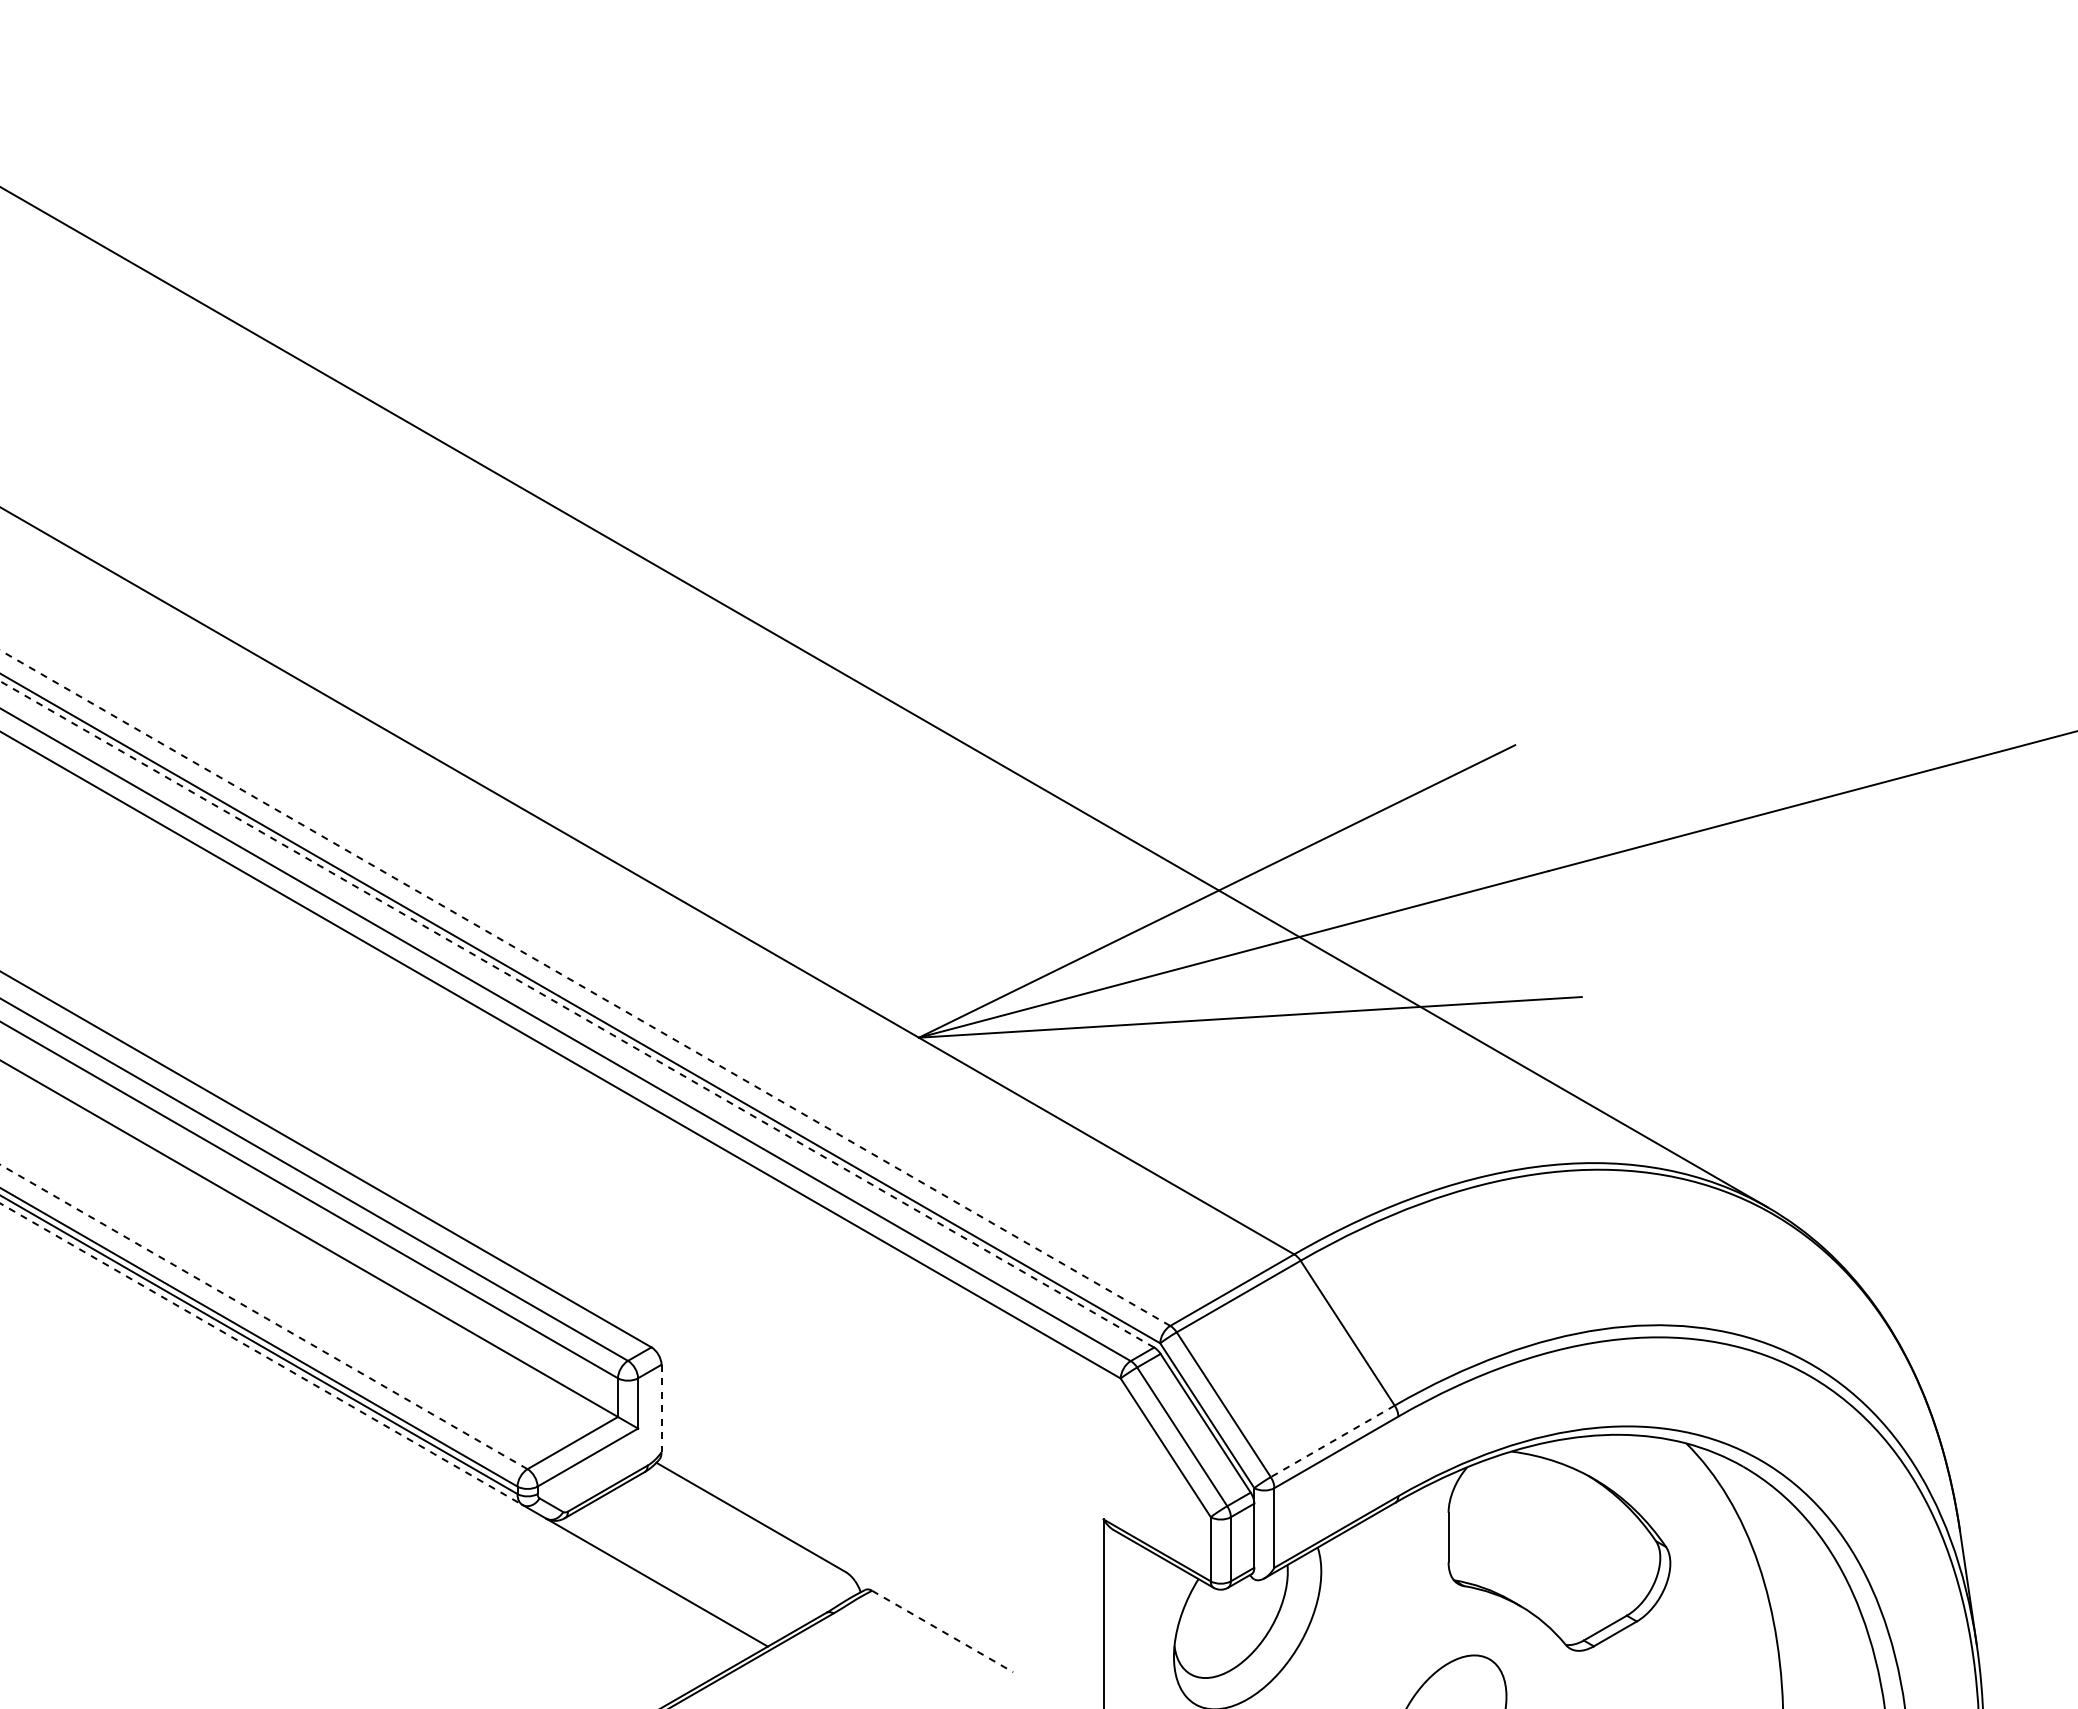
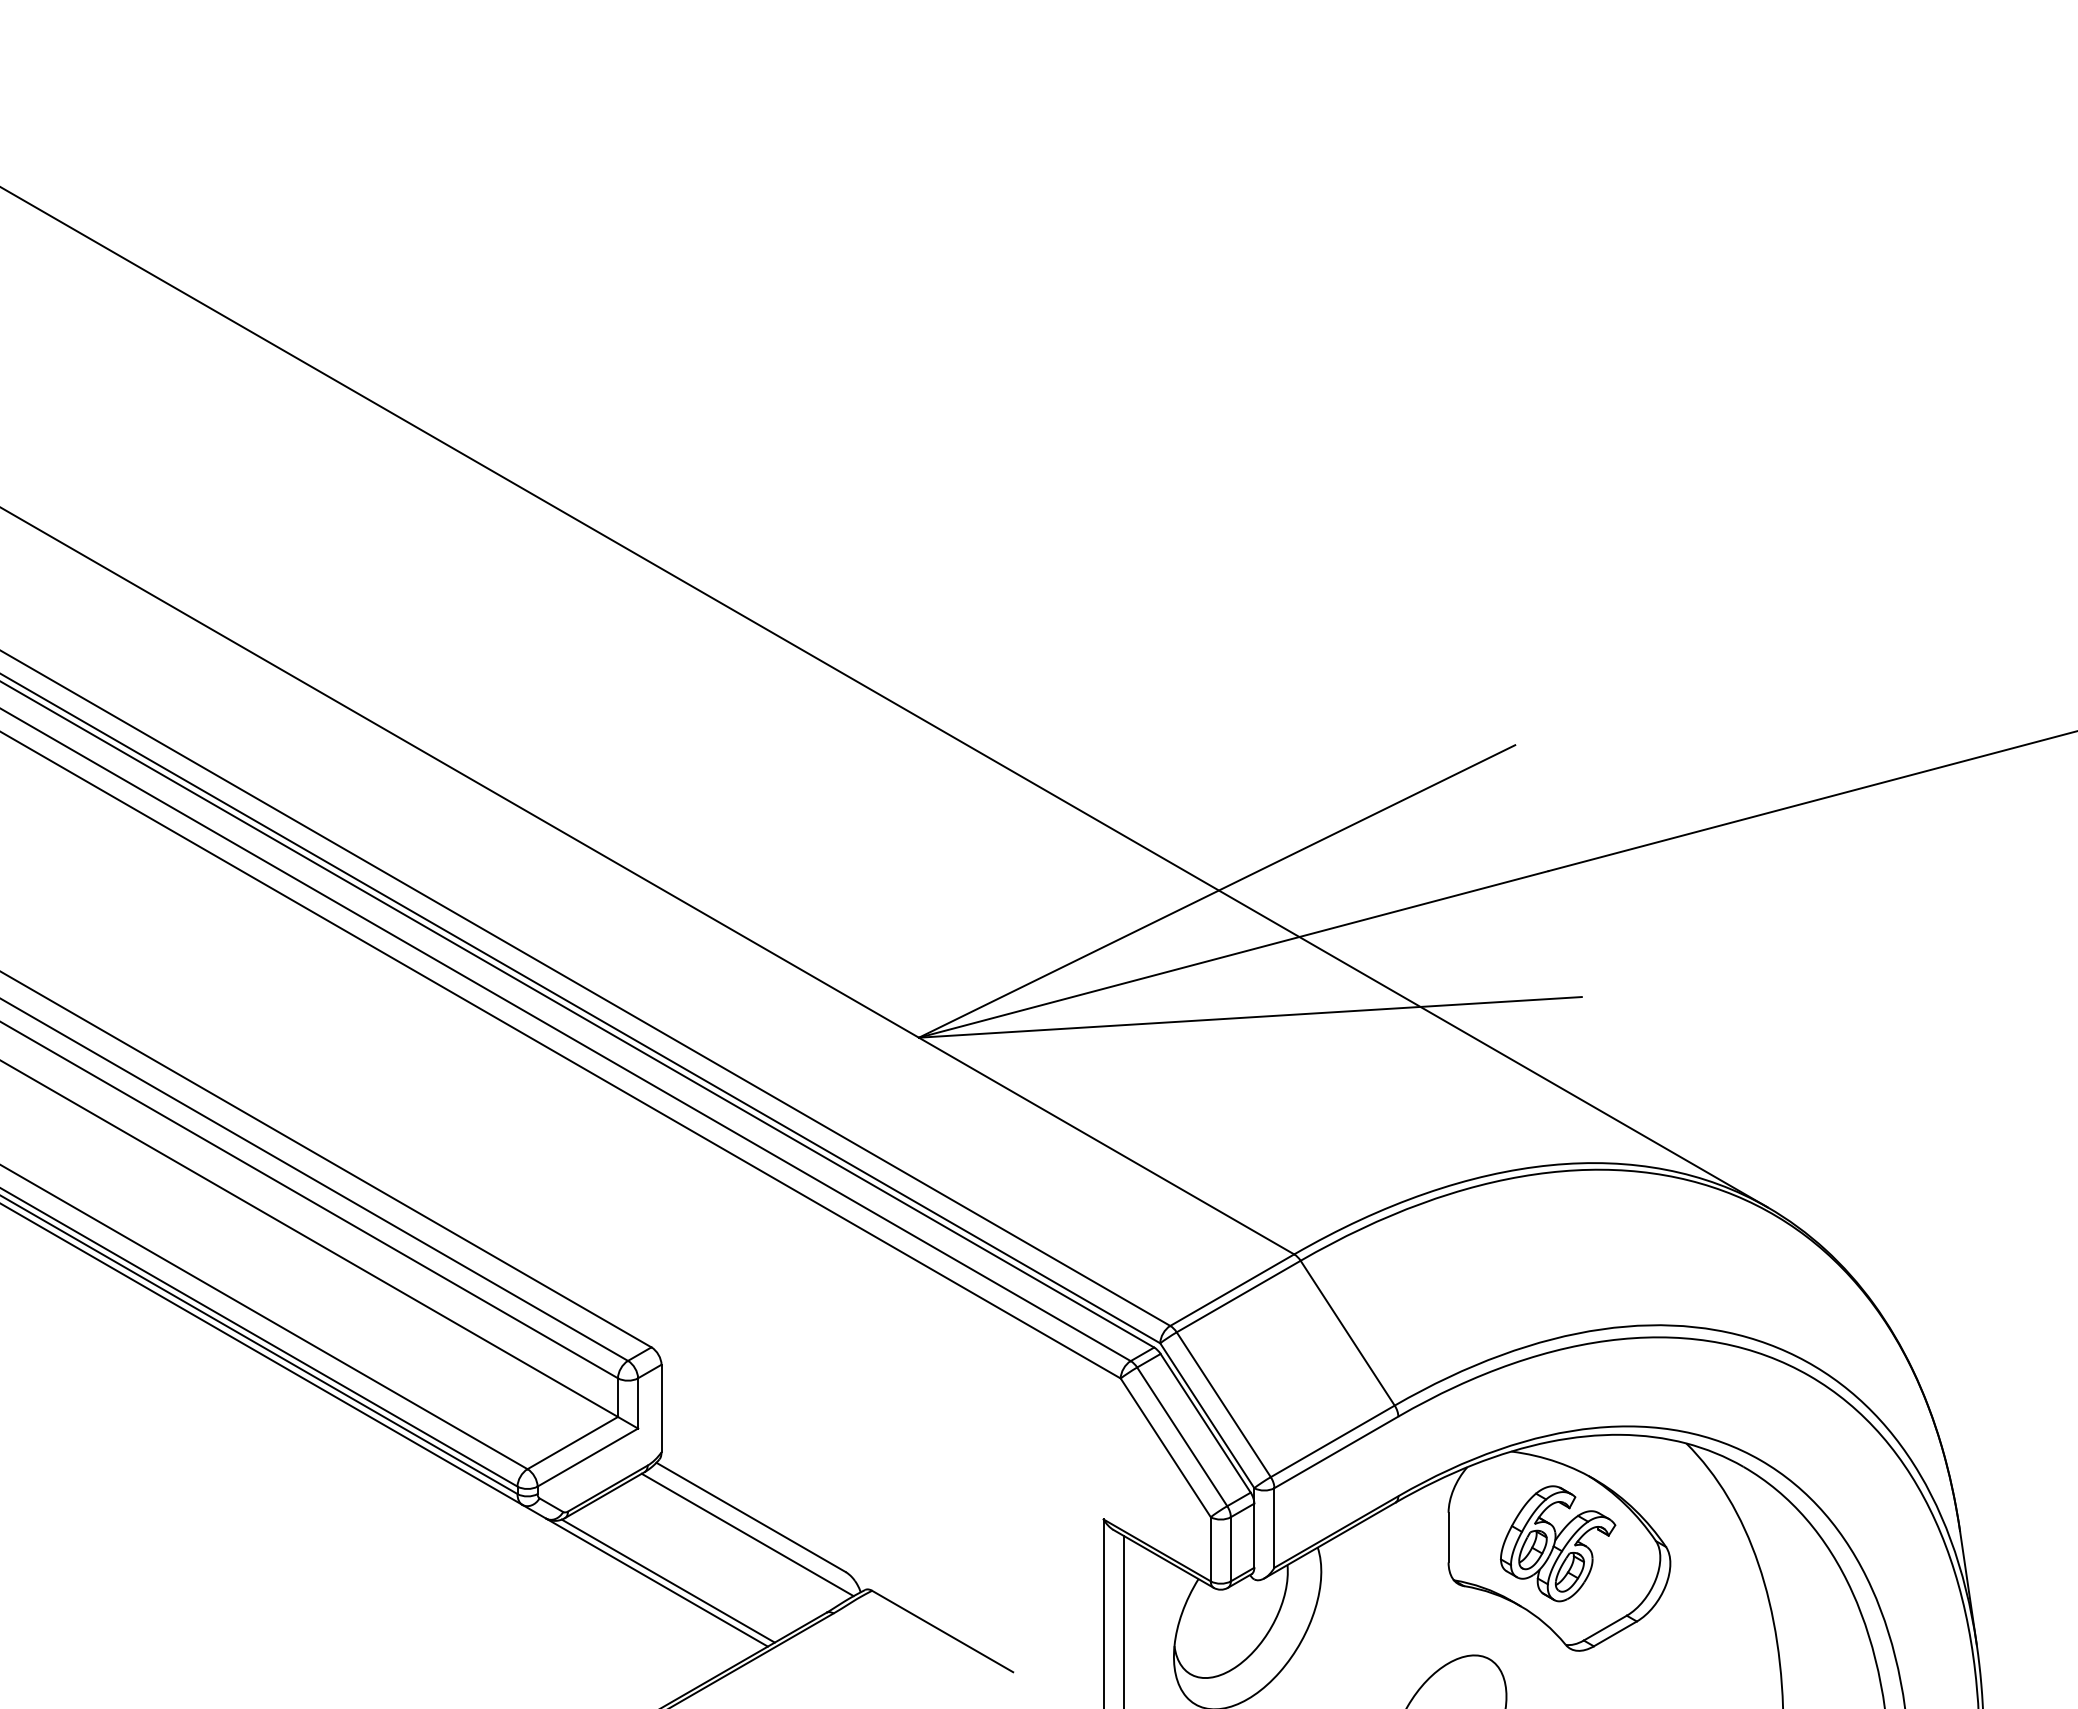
line at (584, 987): dashed -> solid
line at (577, 1014): dashed -> solid
line at (263, 1316): dashed -> solid
line at (261, 1354): dashed -> solid
line at (661, 1408): dashed -> solid
line at (1332, 1441): dashed -> solid
line at (747, 1534): none -> present
part at (1558, 1543): none -> present
line at (667, 1580): none -> present
line at (1123, 1620): none -> present
line at (943, 1631): dashed -> solid
